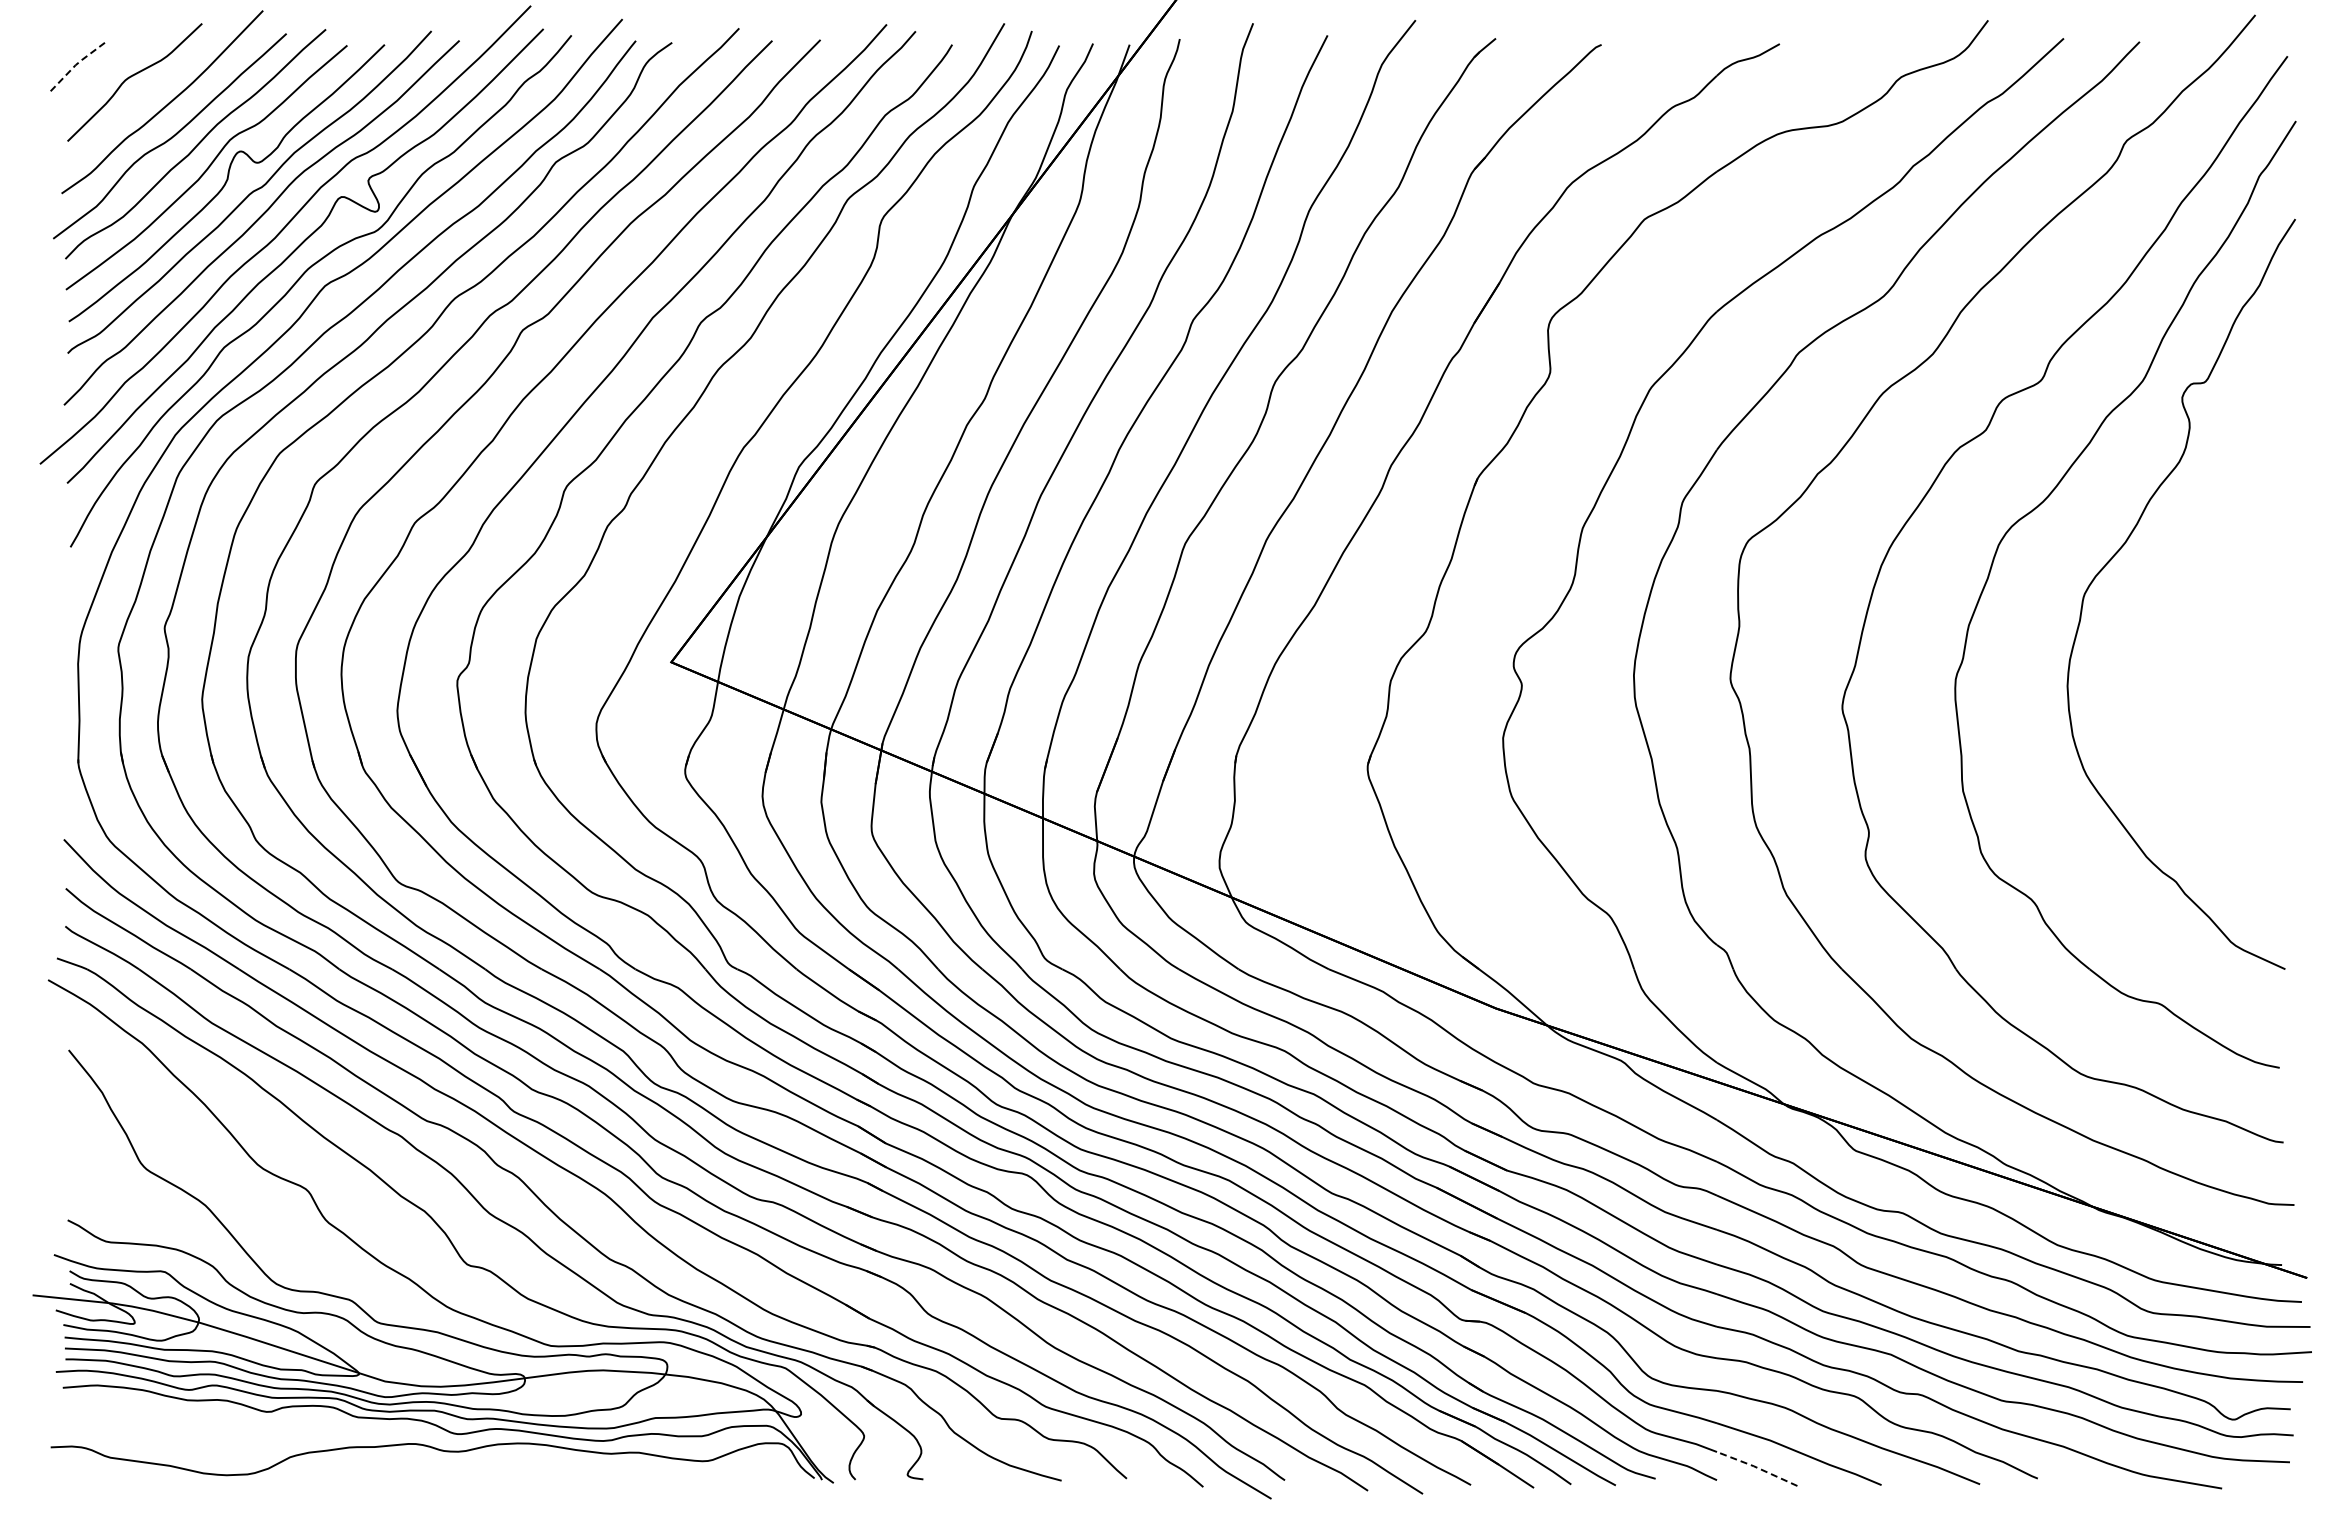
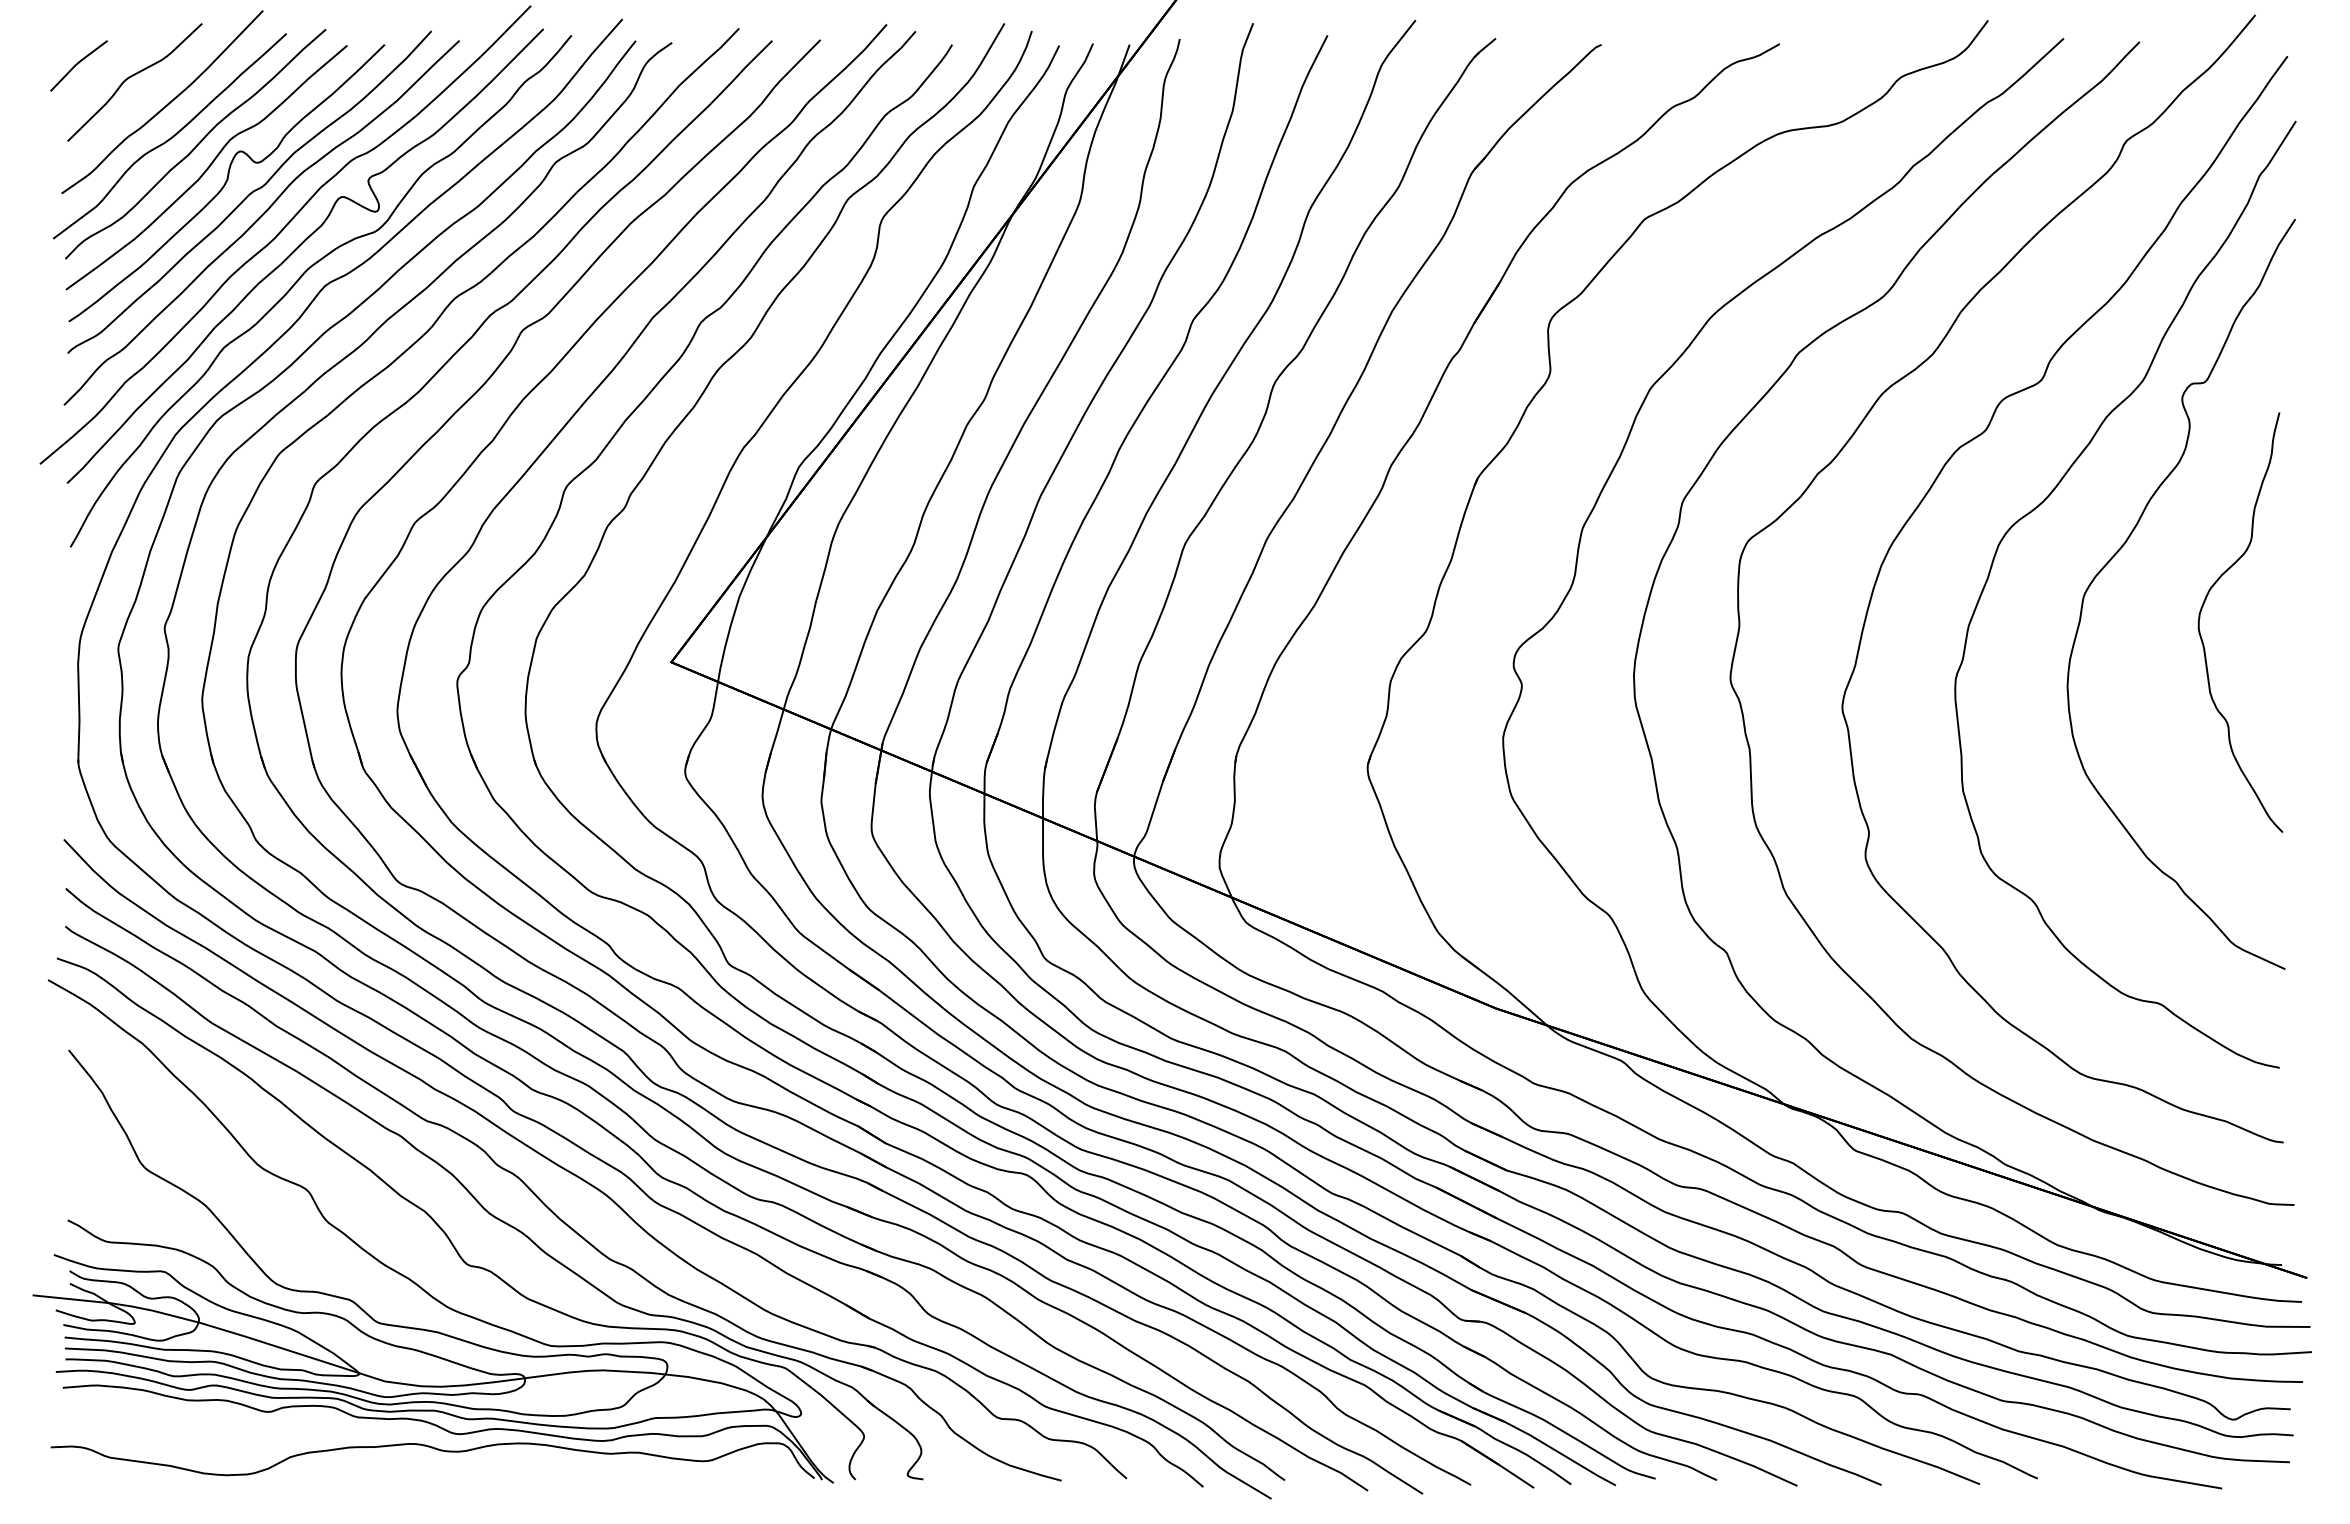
line at (77, 64): dashed -> solid
curve at (2202, 609): none -> present
line at (1756, 1467): dashed -> solid
